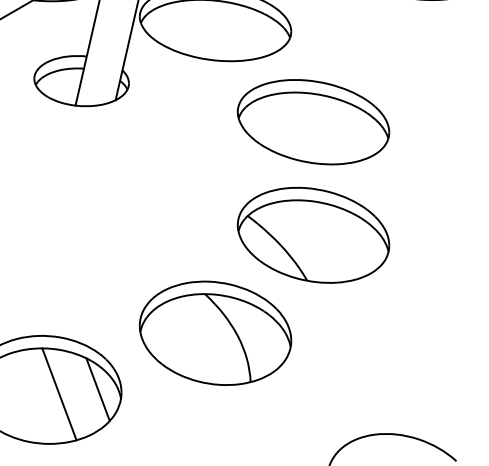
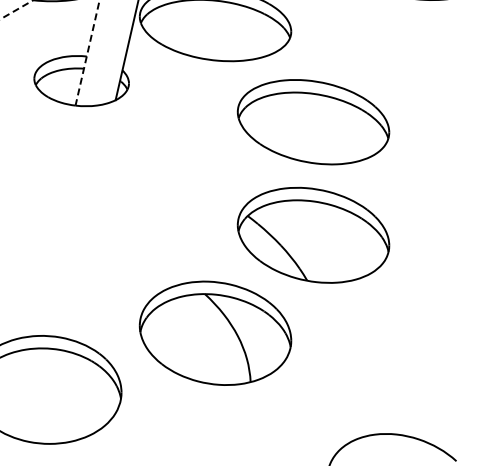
line at (16, 9): solid -> dashed
line at (87, 53): solid -> dashed
line at (97, 389): present -> none
line at (59, 394): present -> none
